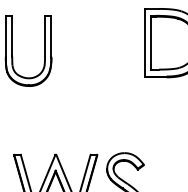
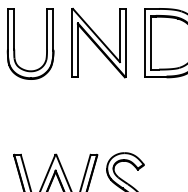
part at (98, 43): none -> present
part at (12, 50) position: (12, 50) -> (14, 43)
